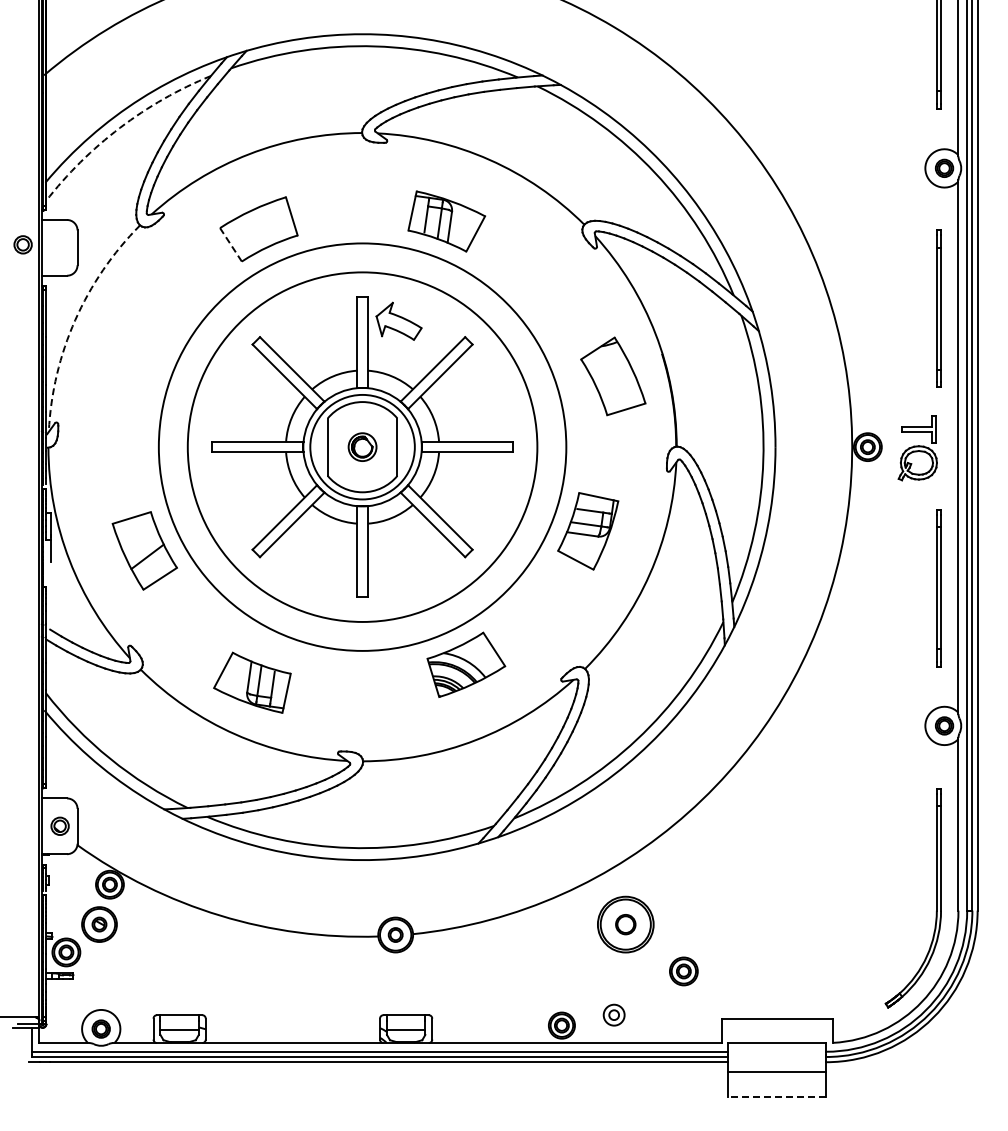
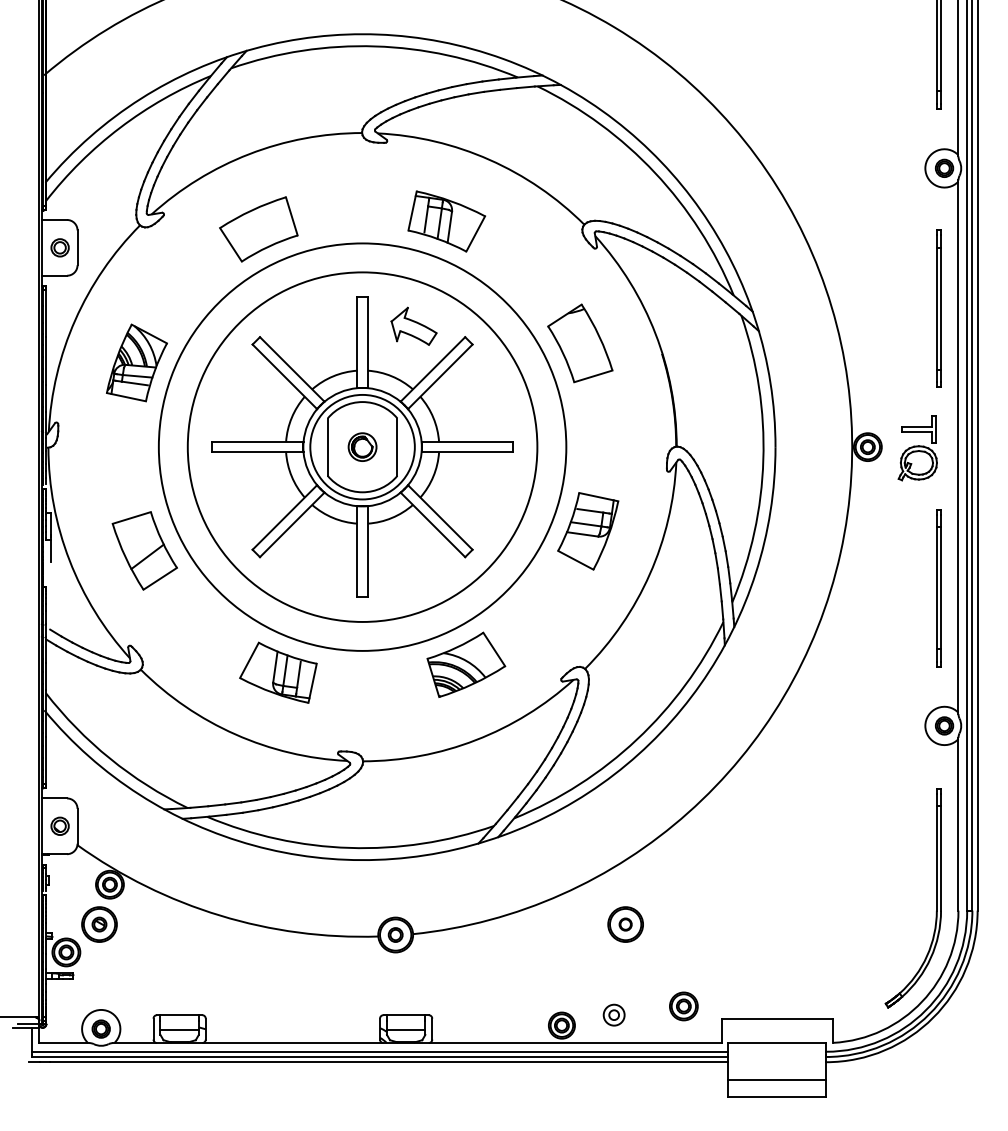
arc at (120, 127): dashed -> solid
part at (22, 244) position: (22, 244) -> (59, 247)
line at (230, 244): dashed -> solid
arc at (75, 320): dashed -> solid
part at (398, 320) position: (398, 320) -> (413, 325)
part at (136, 362): none -> present
part at (613, 376) position: (613, 376) -> (580, 343)
part at (252, 682) position: (252, 682) -> (278, 672)
part at (625, 924) size: 58x59 px -> 37x37 px
part at (683, 971) position: (683, 971) -> (683, 1006)
line at (777, 1071) position: (777, 1071) -> (777, 1079)
line at (777, 1097): dashed -> solid
